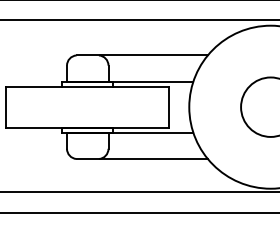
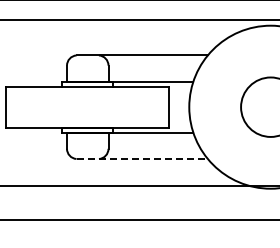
line at (142, 159): solid -> dashed
line at (139, 192) position: (139, 192) -> (139, 186)
line at (139, 212) position: (139, 212) -> (139, 219)
